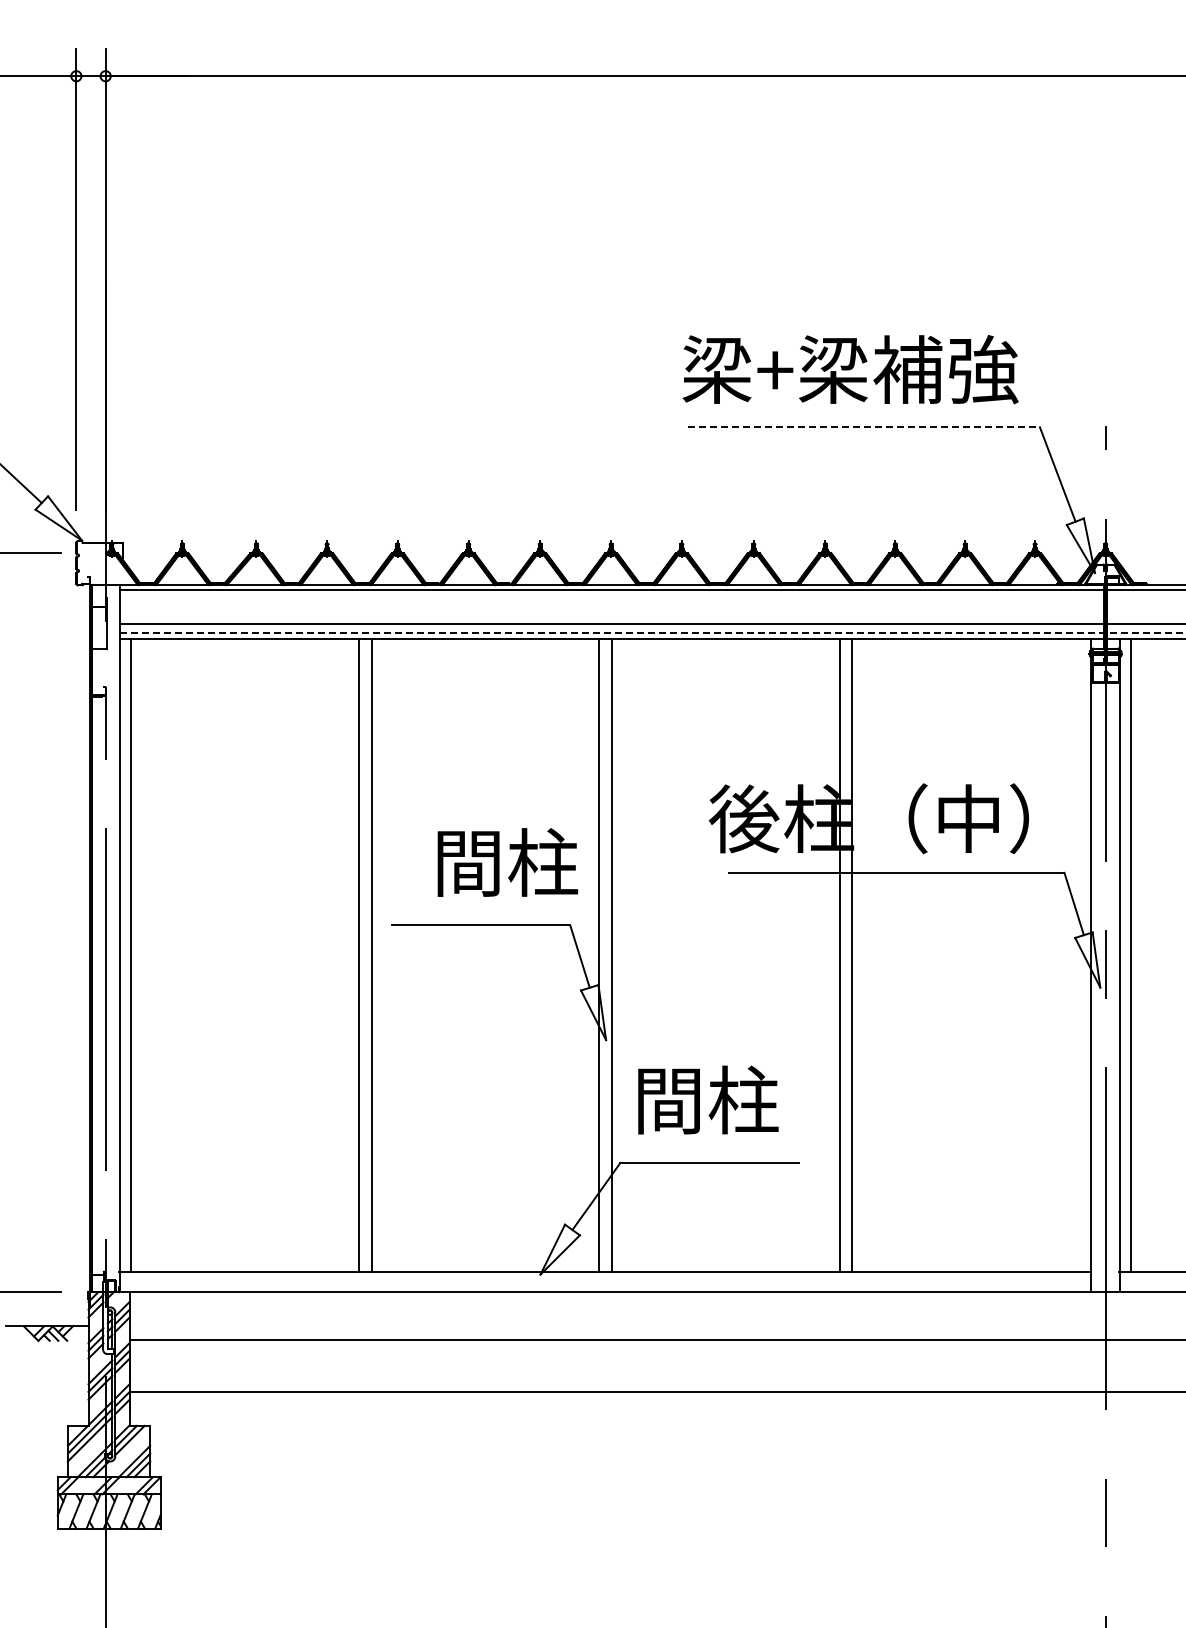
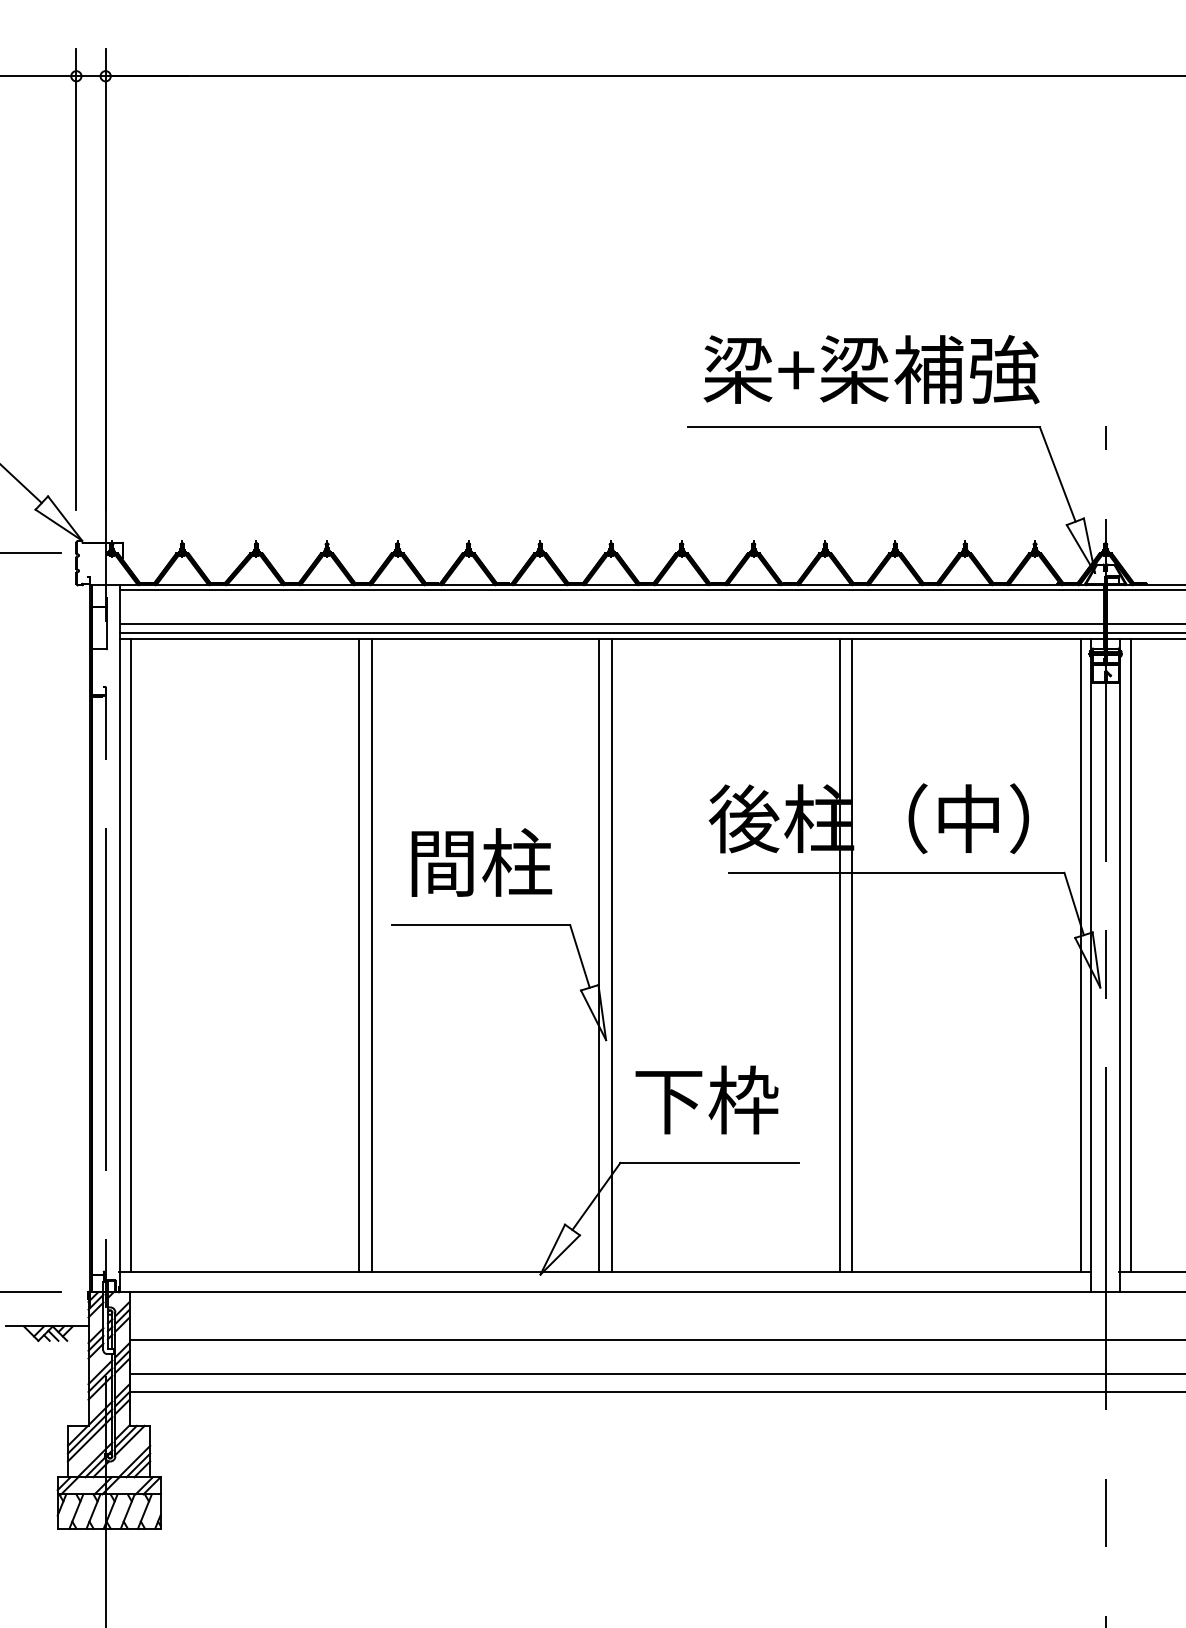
text at (850, 369) position: (850, 369) -> (871, 369)
line at (864, 427): dashed -> solid
line at (652, 633): dashed -> solid
text at (507, 862) position: (507, 862) -> (481, 862)
line at (1080, 954): none -> present
text at (706, 1099): 間柱 -> 下枠
line at (655, 1374): none -> present
